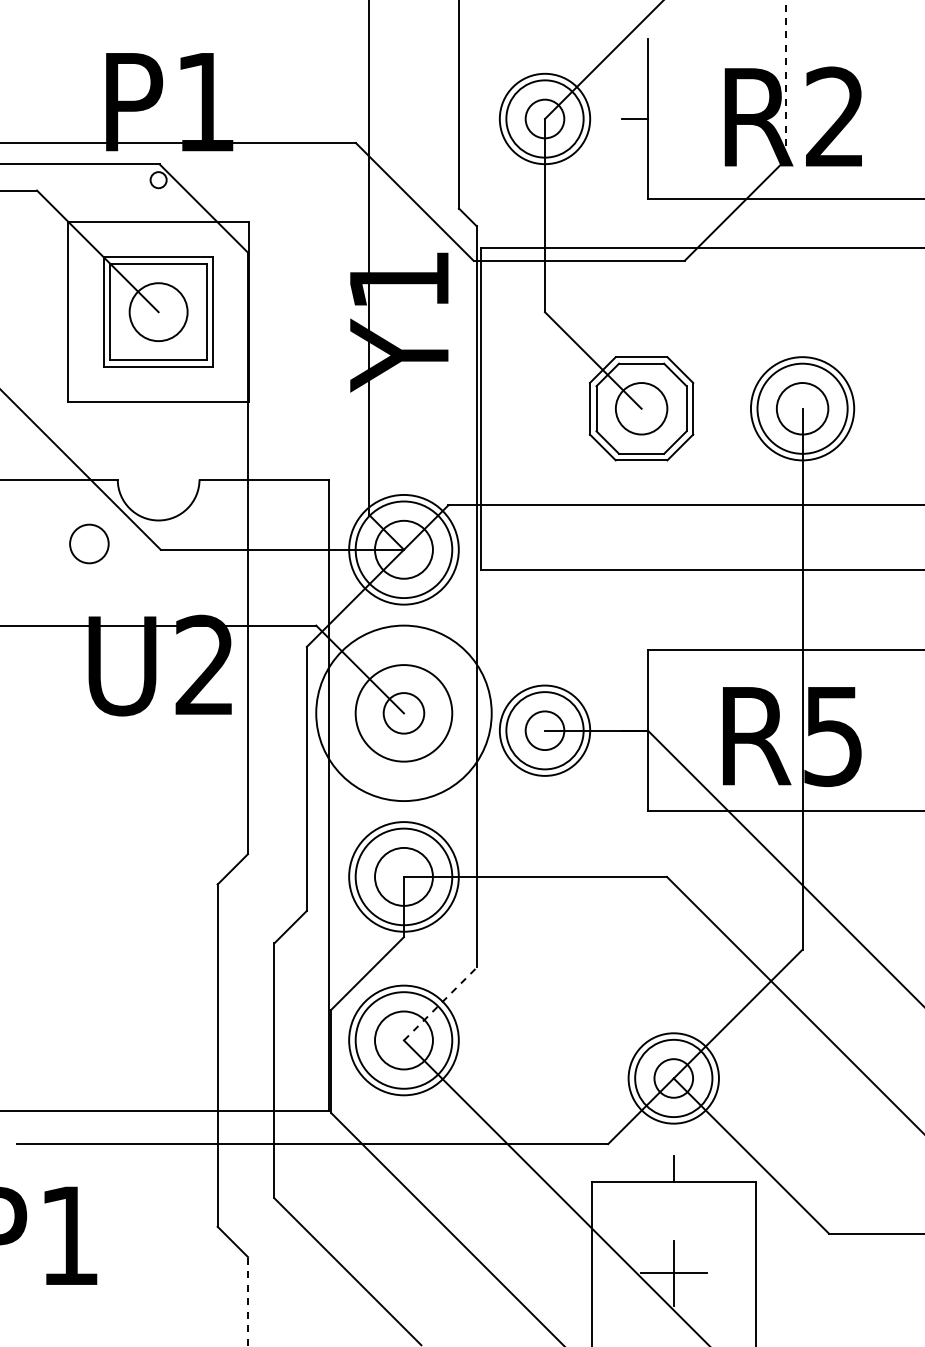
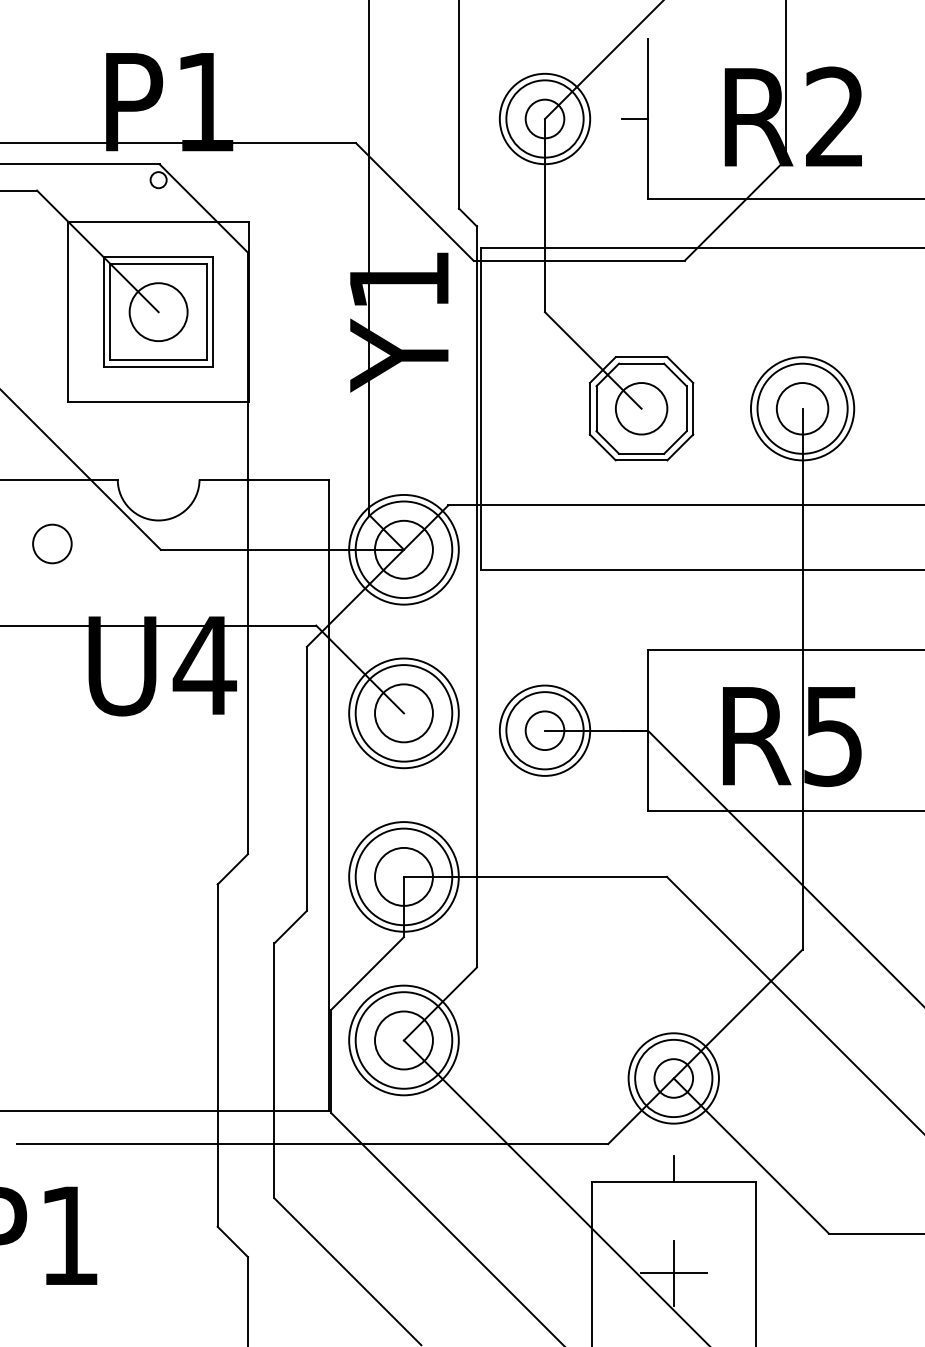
line at (786, 79): dashed -> solid
circle at (89, 543) position: (89, 543) -> (52, 543)
text at (204, 664): U2 -> U4
circle at (403, 713) diameter: 175 px -> 110 px
circle at (403, 713) diameter: 41 px -> 58 px
line at (440, 1003): dashed -> solid
line at (248, 1301): dashed -> solid
